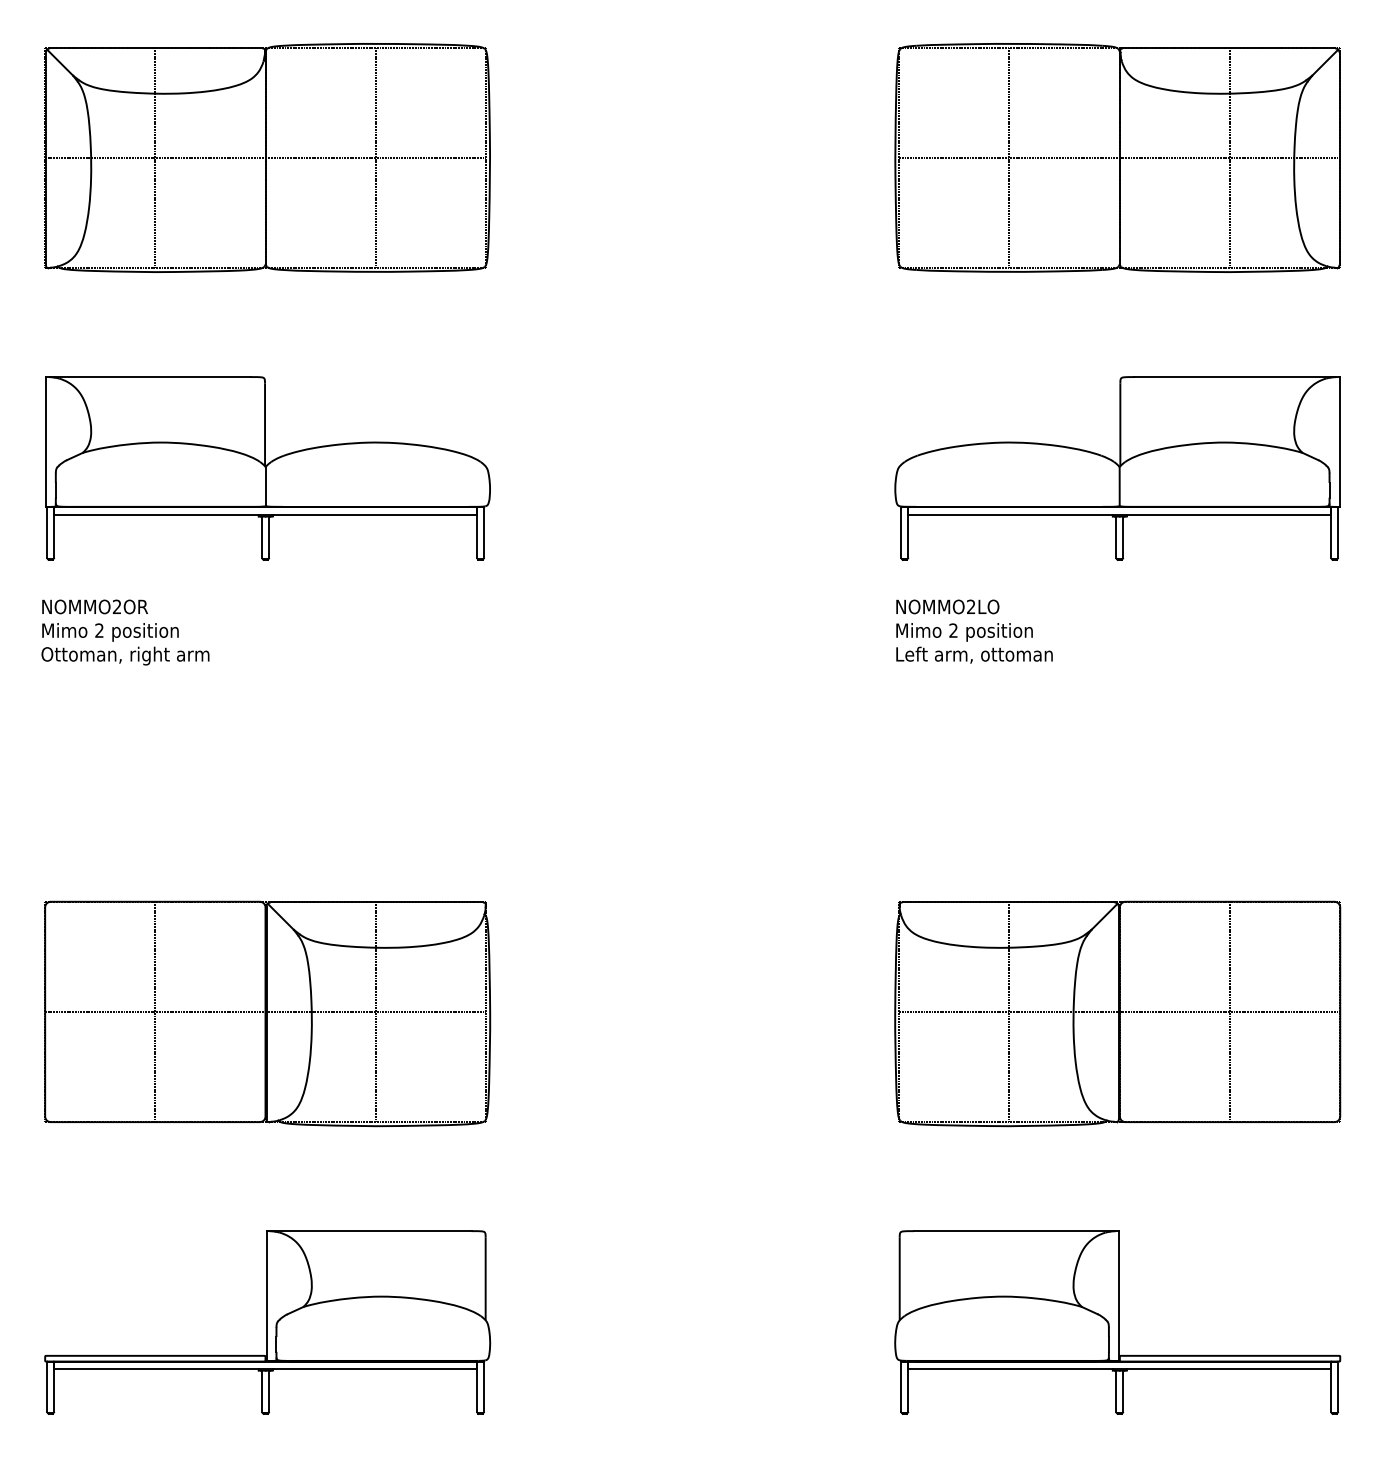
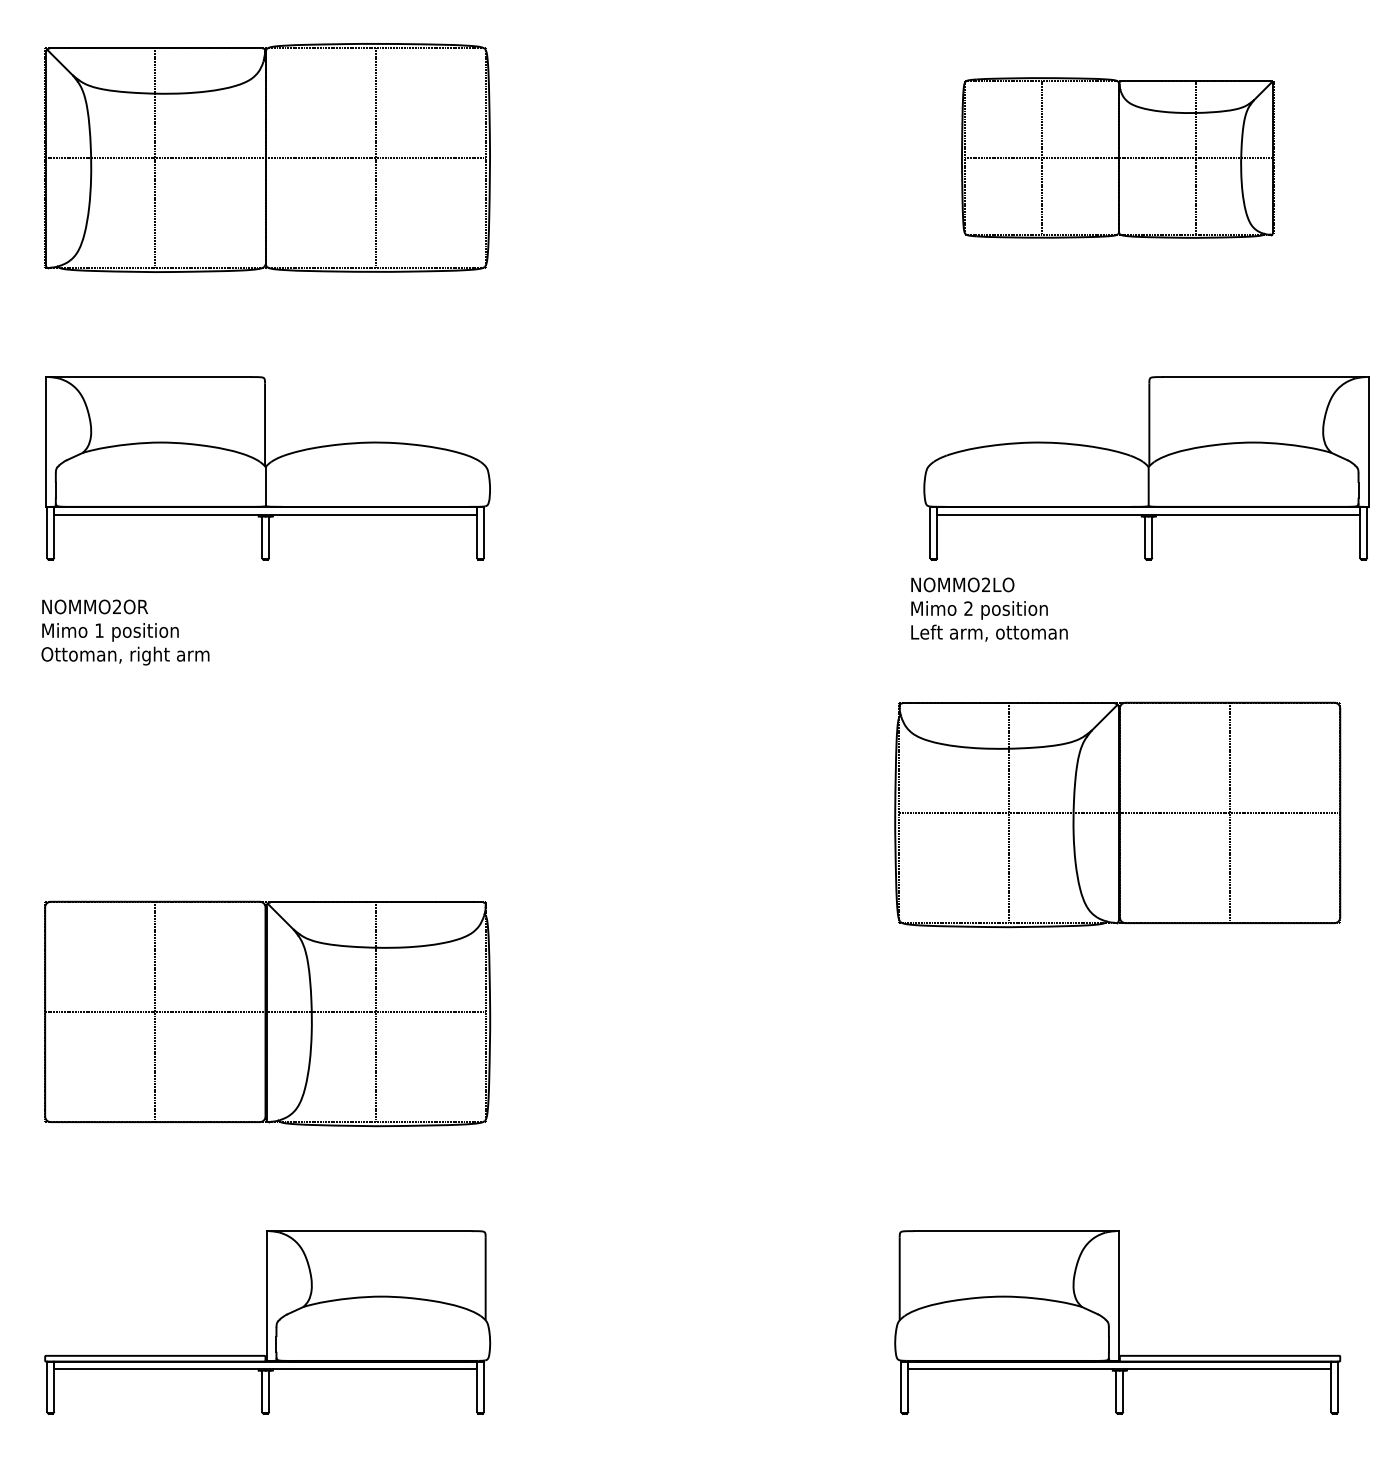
part at (1117, 157) size: 447x230 px -> 314x162 px
part at (1117, 468) position: (1117, 468) -> (1146, 468)
text at (99, 630): 2 -> 1
text at (974, 631) position: (974, 631) -> (989, 609)
part at (1117, 1013) position: (1117, 1013) -> (1117, 814)
